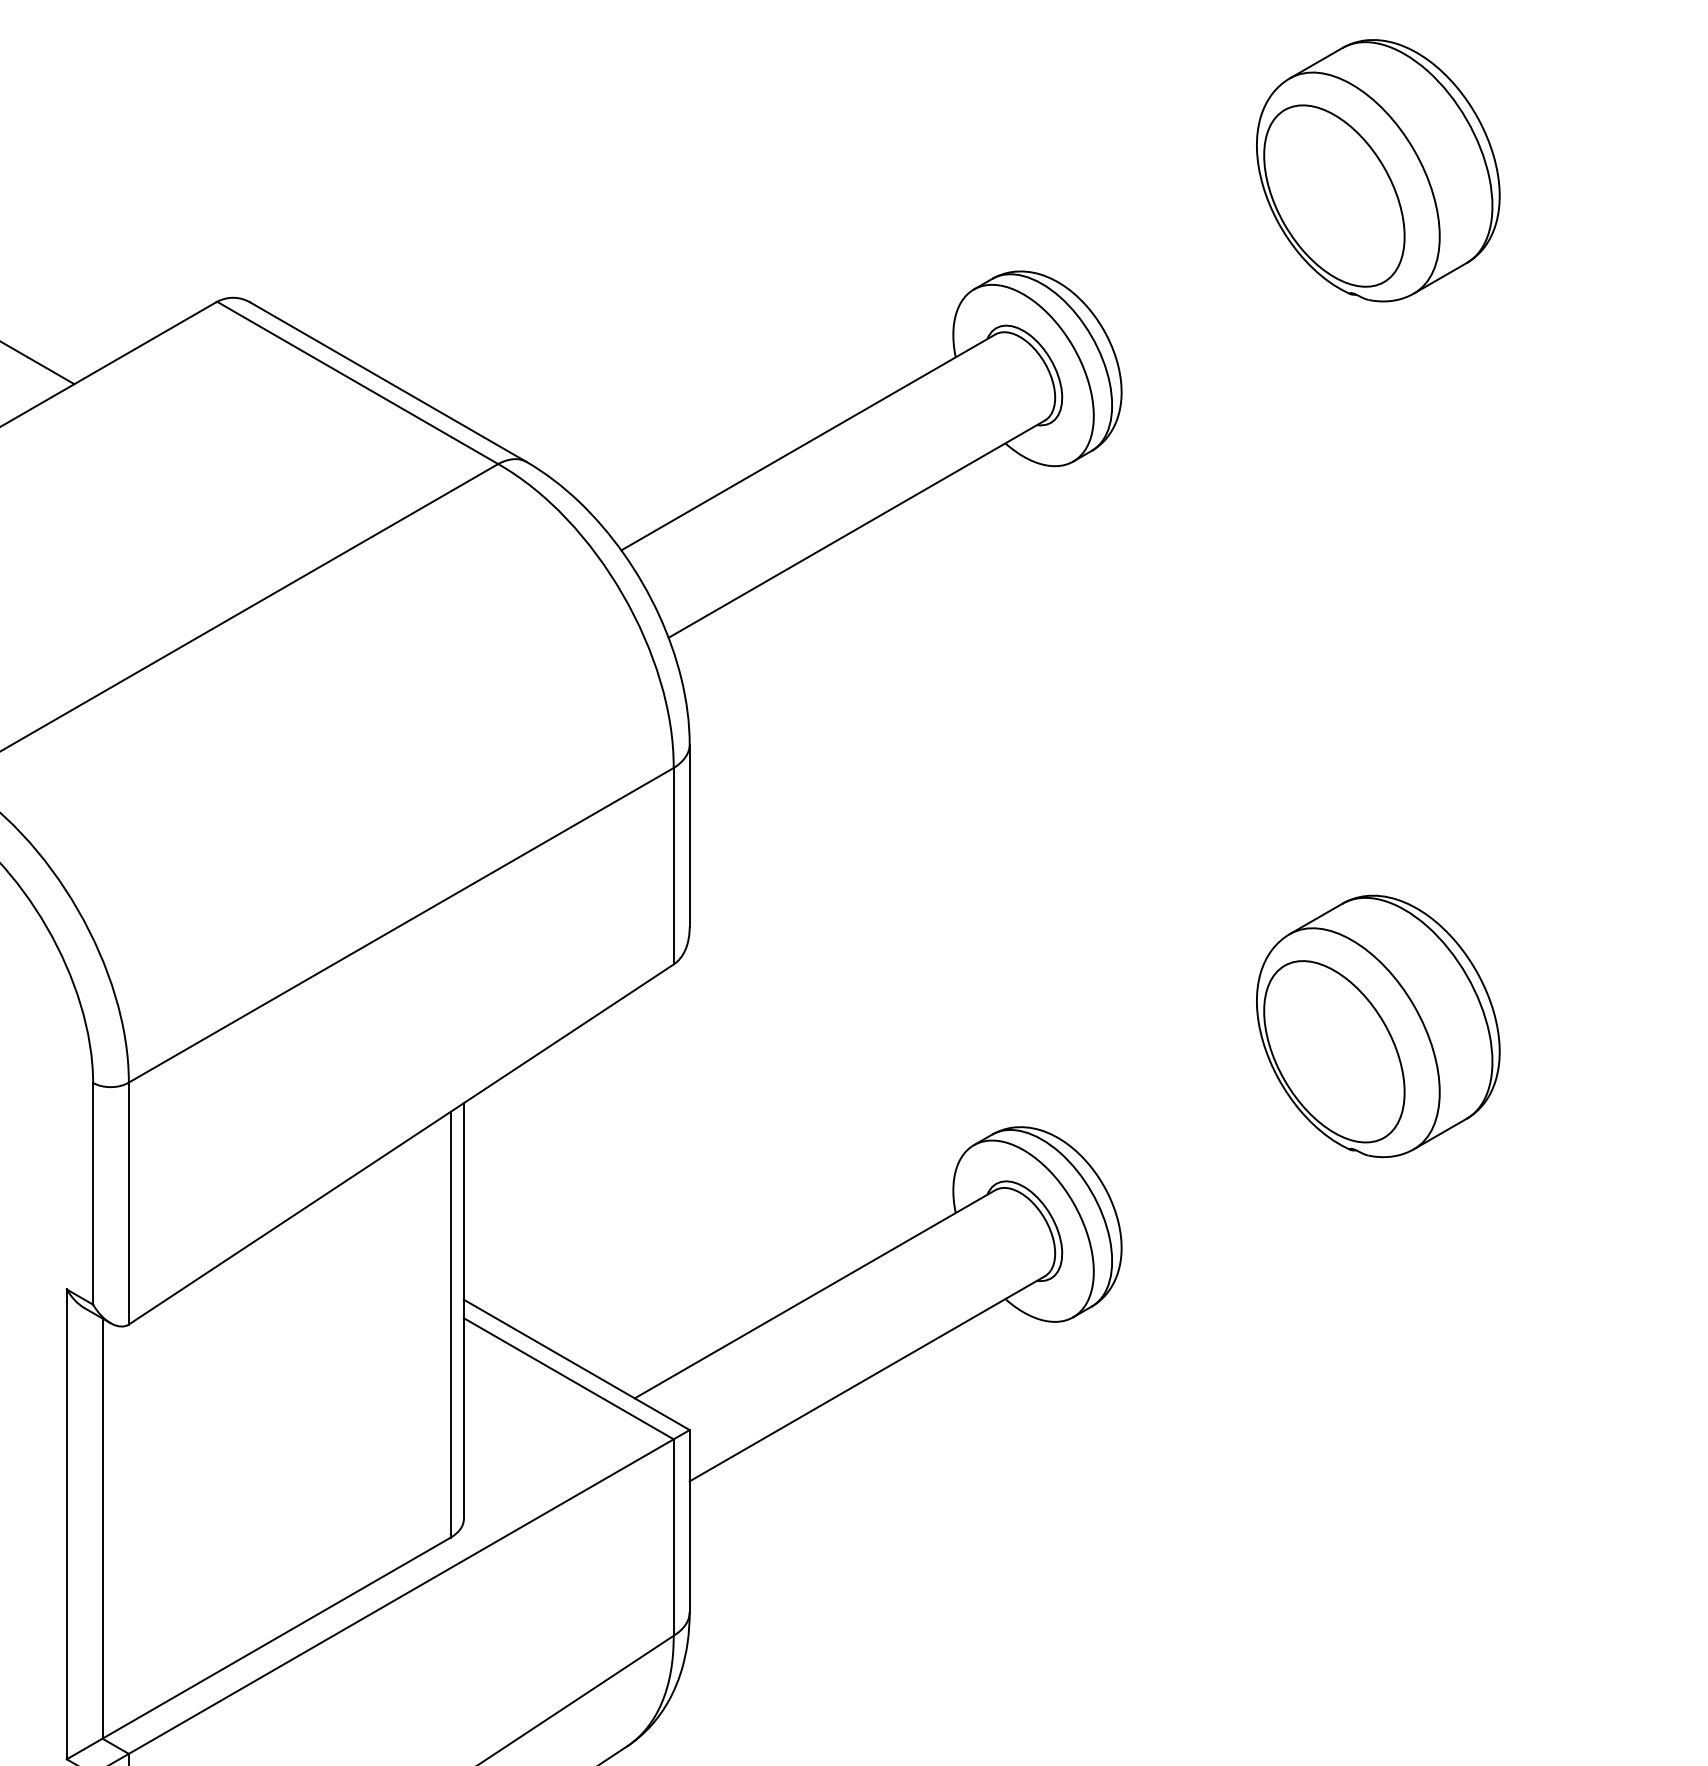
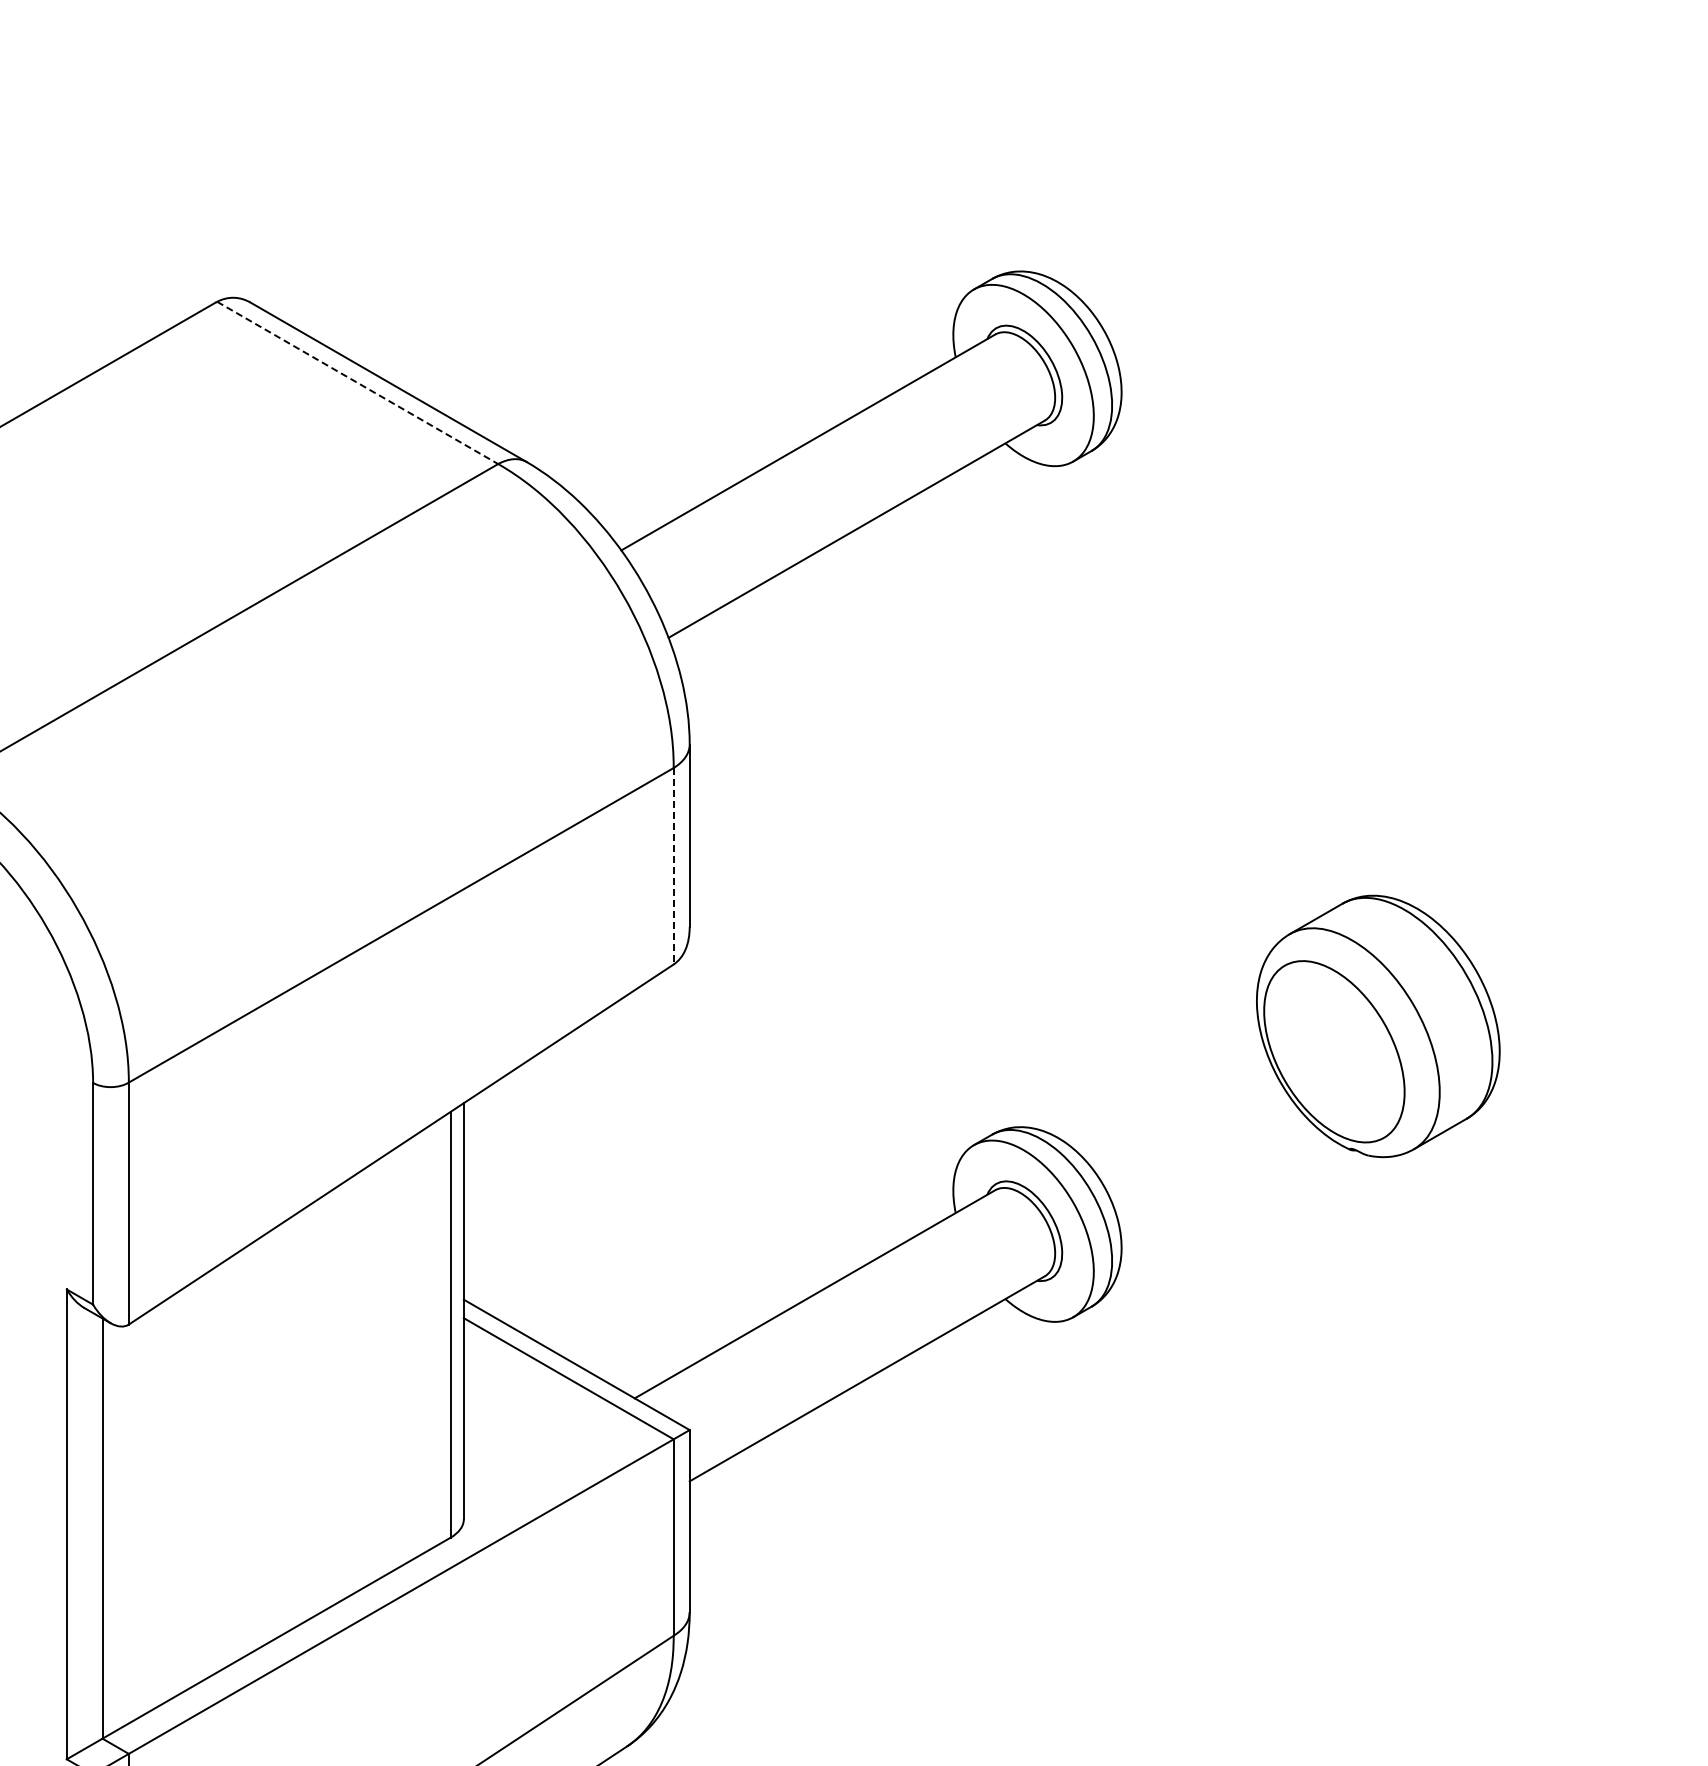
part at (1378, 170): present -> none
line at (38, 363): present -> none
line at (358, 383): solid -> dashed
line at (673, 866): solid -> dashed
